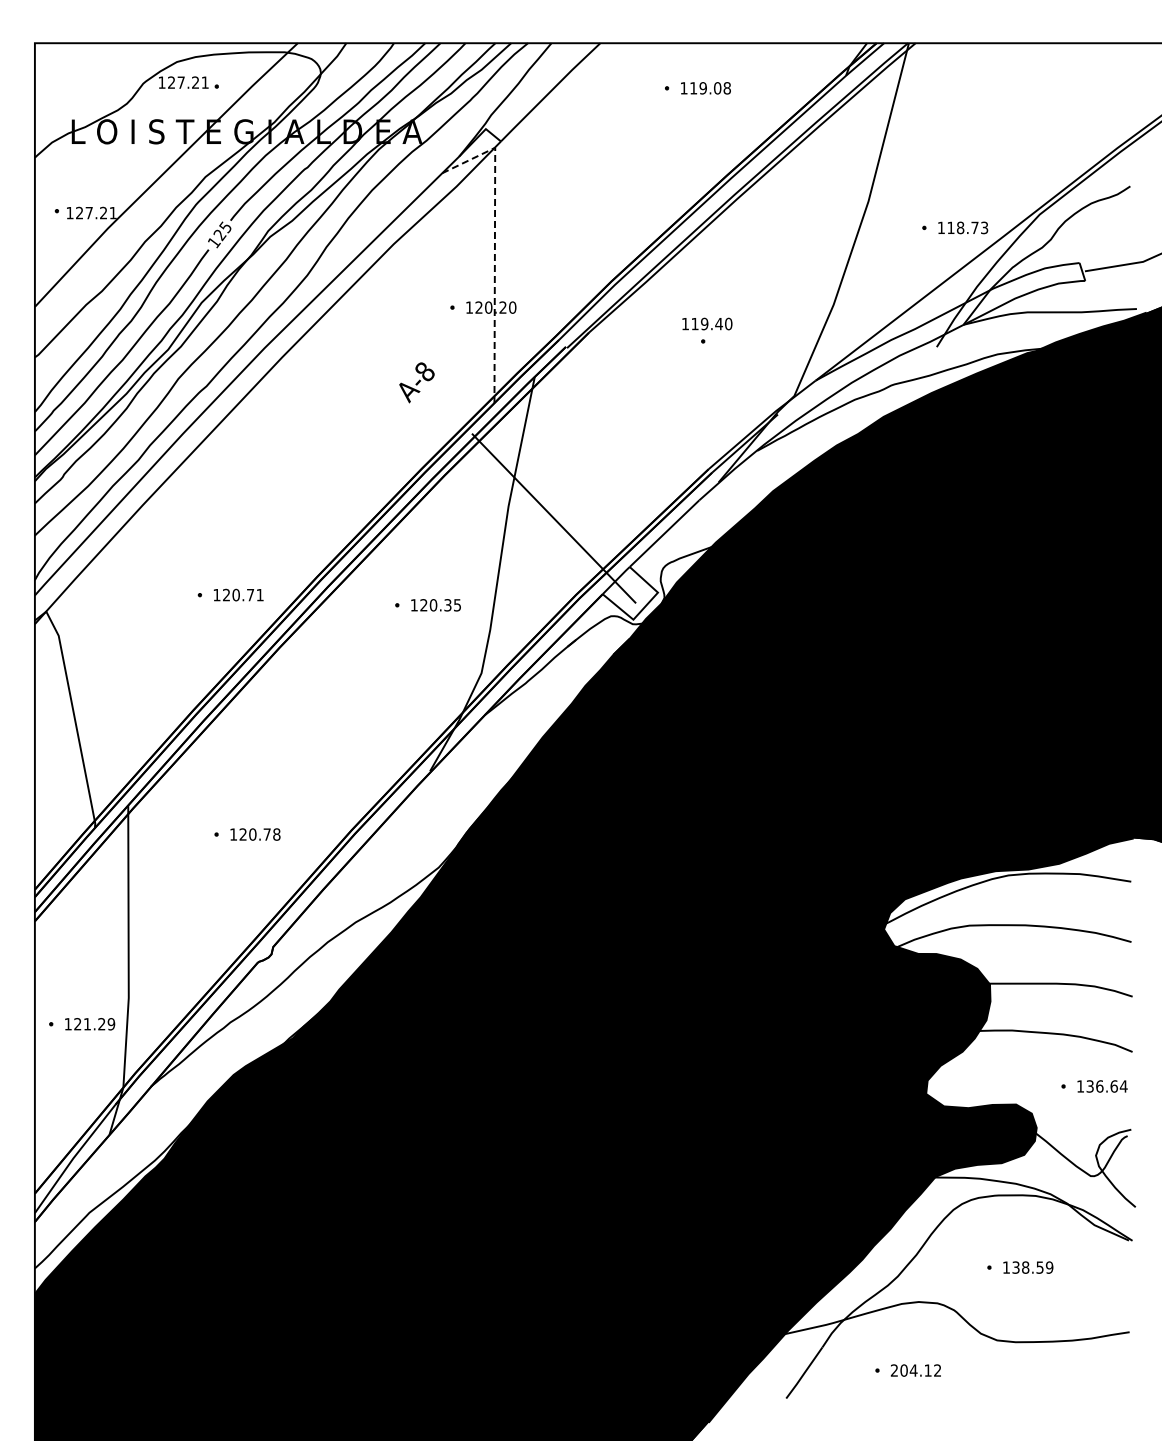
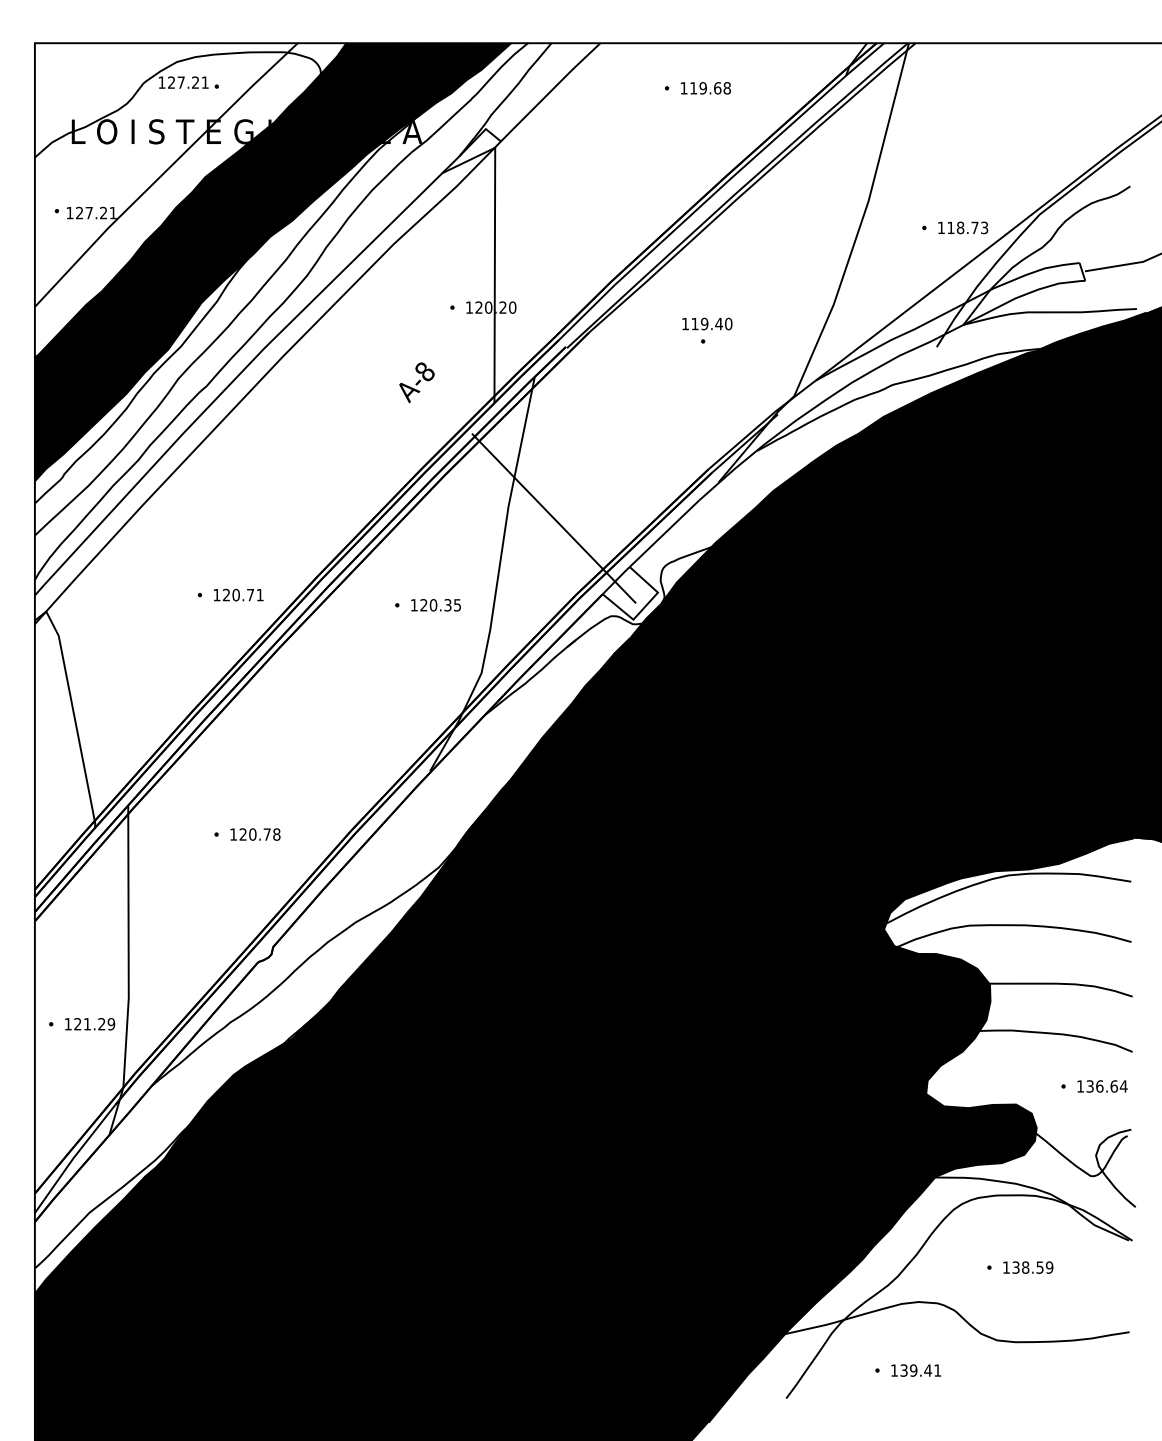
text at (717, 88): 119.08 -> 119.68
line at (494, 245): dashed -> solid
fill at (272, 262): none -> present
text at (915, 1370): 204.12 -> 139.41
